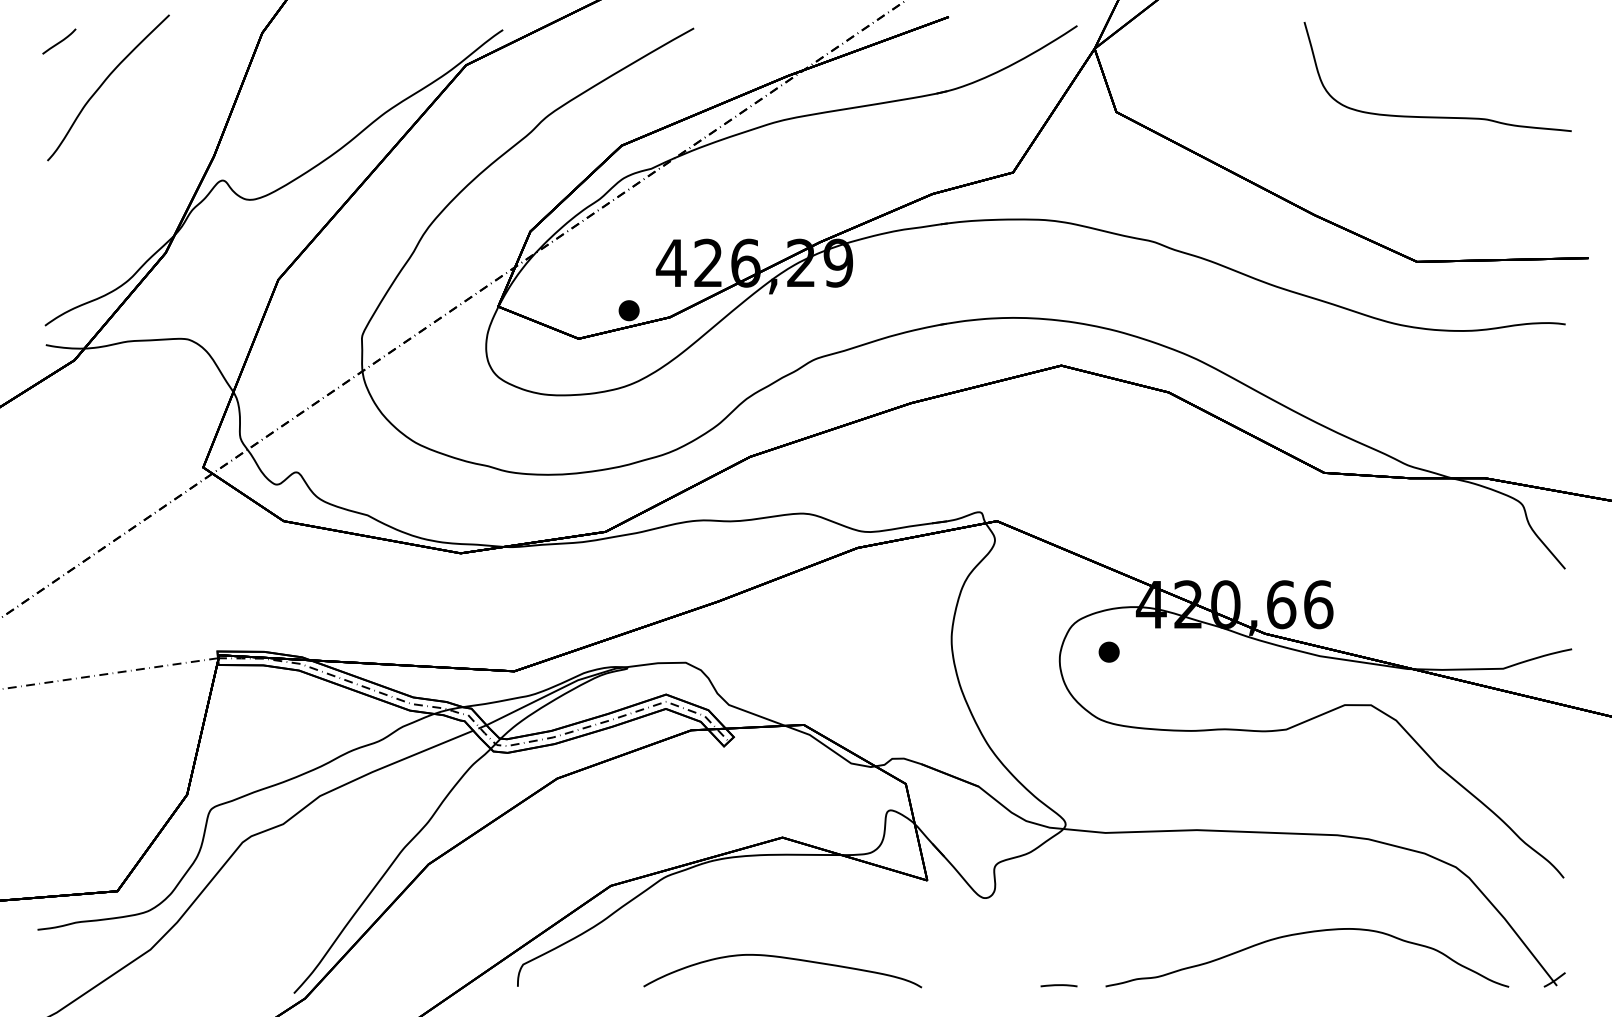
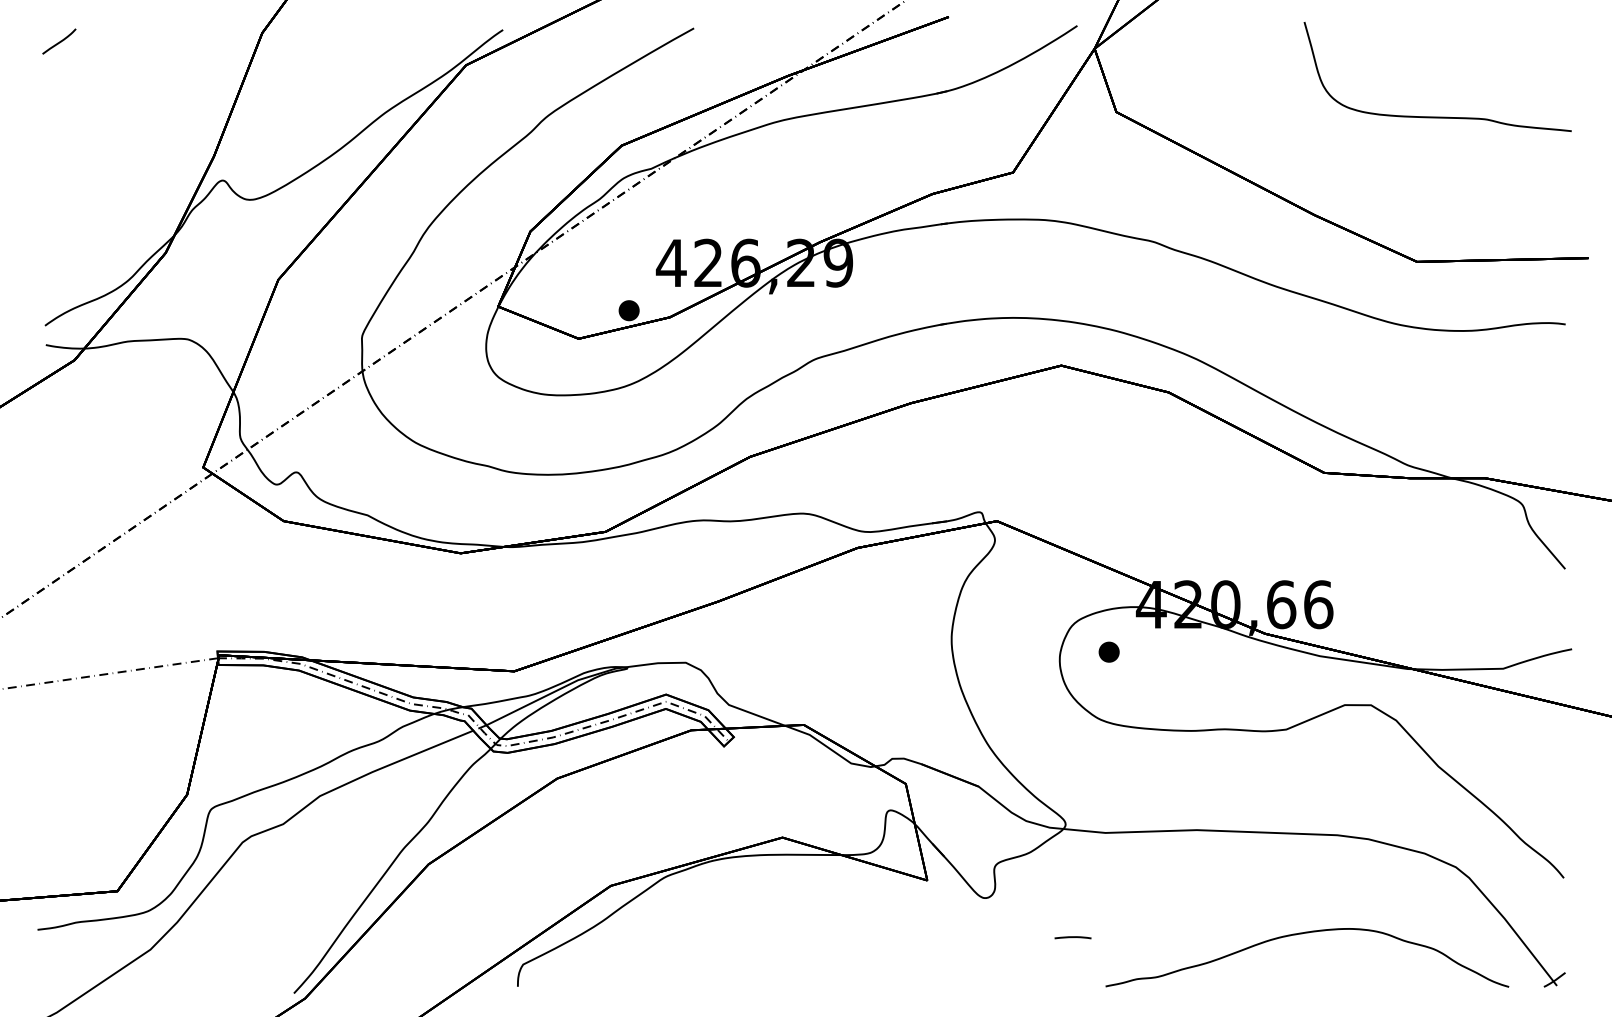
curve at (103, 84): present -> none
curve at (782, 958): present -> none
line at (1058, 985) position: (1058, 985) -> (1072, 937)
